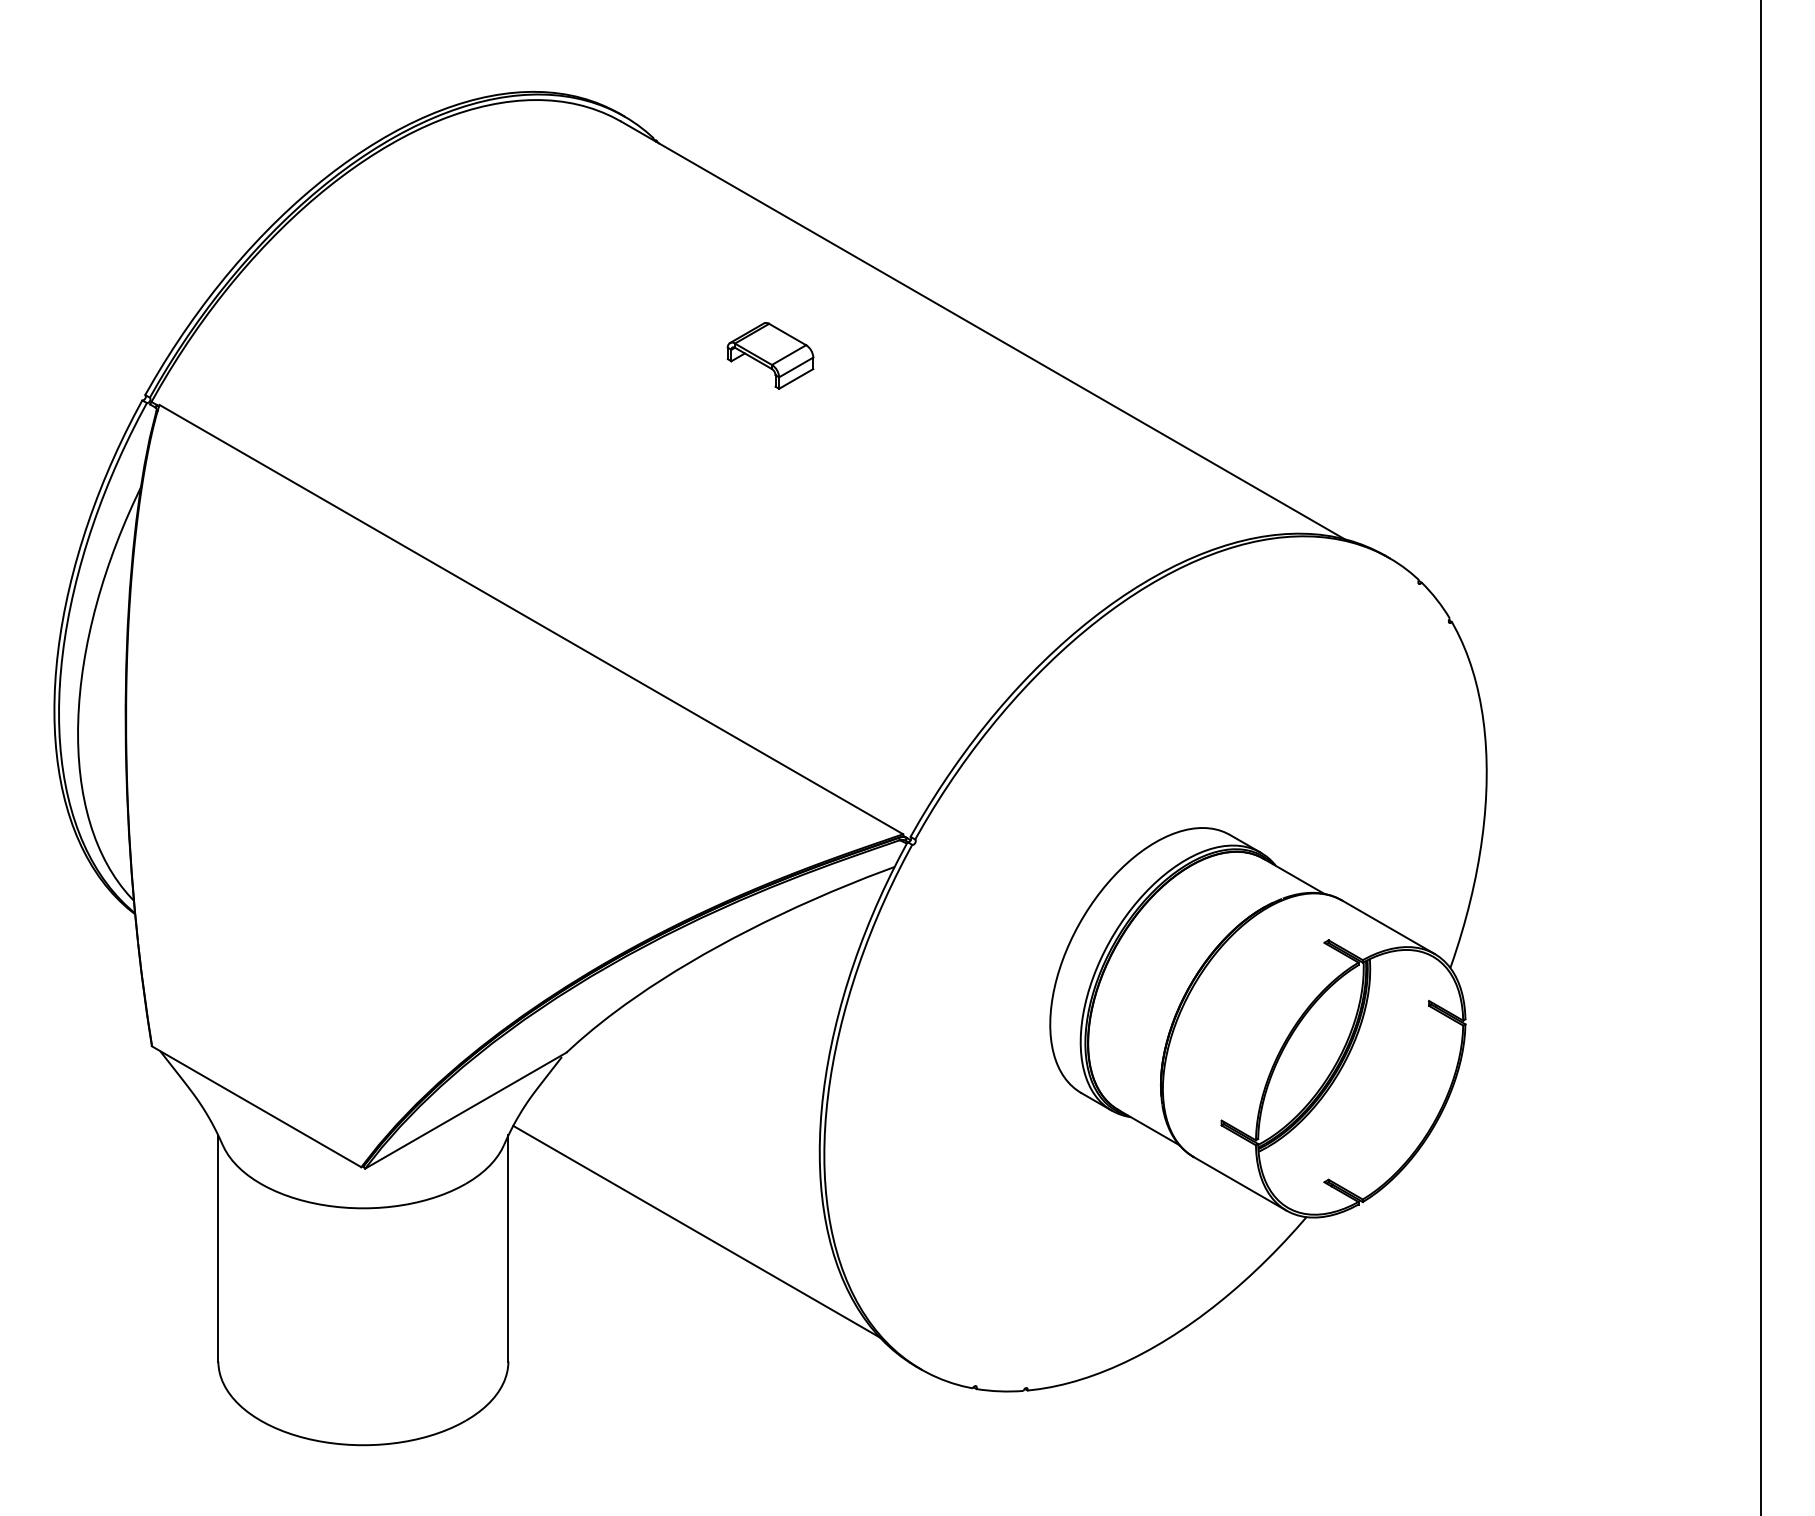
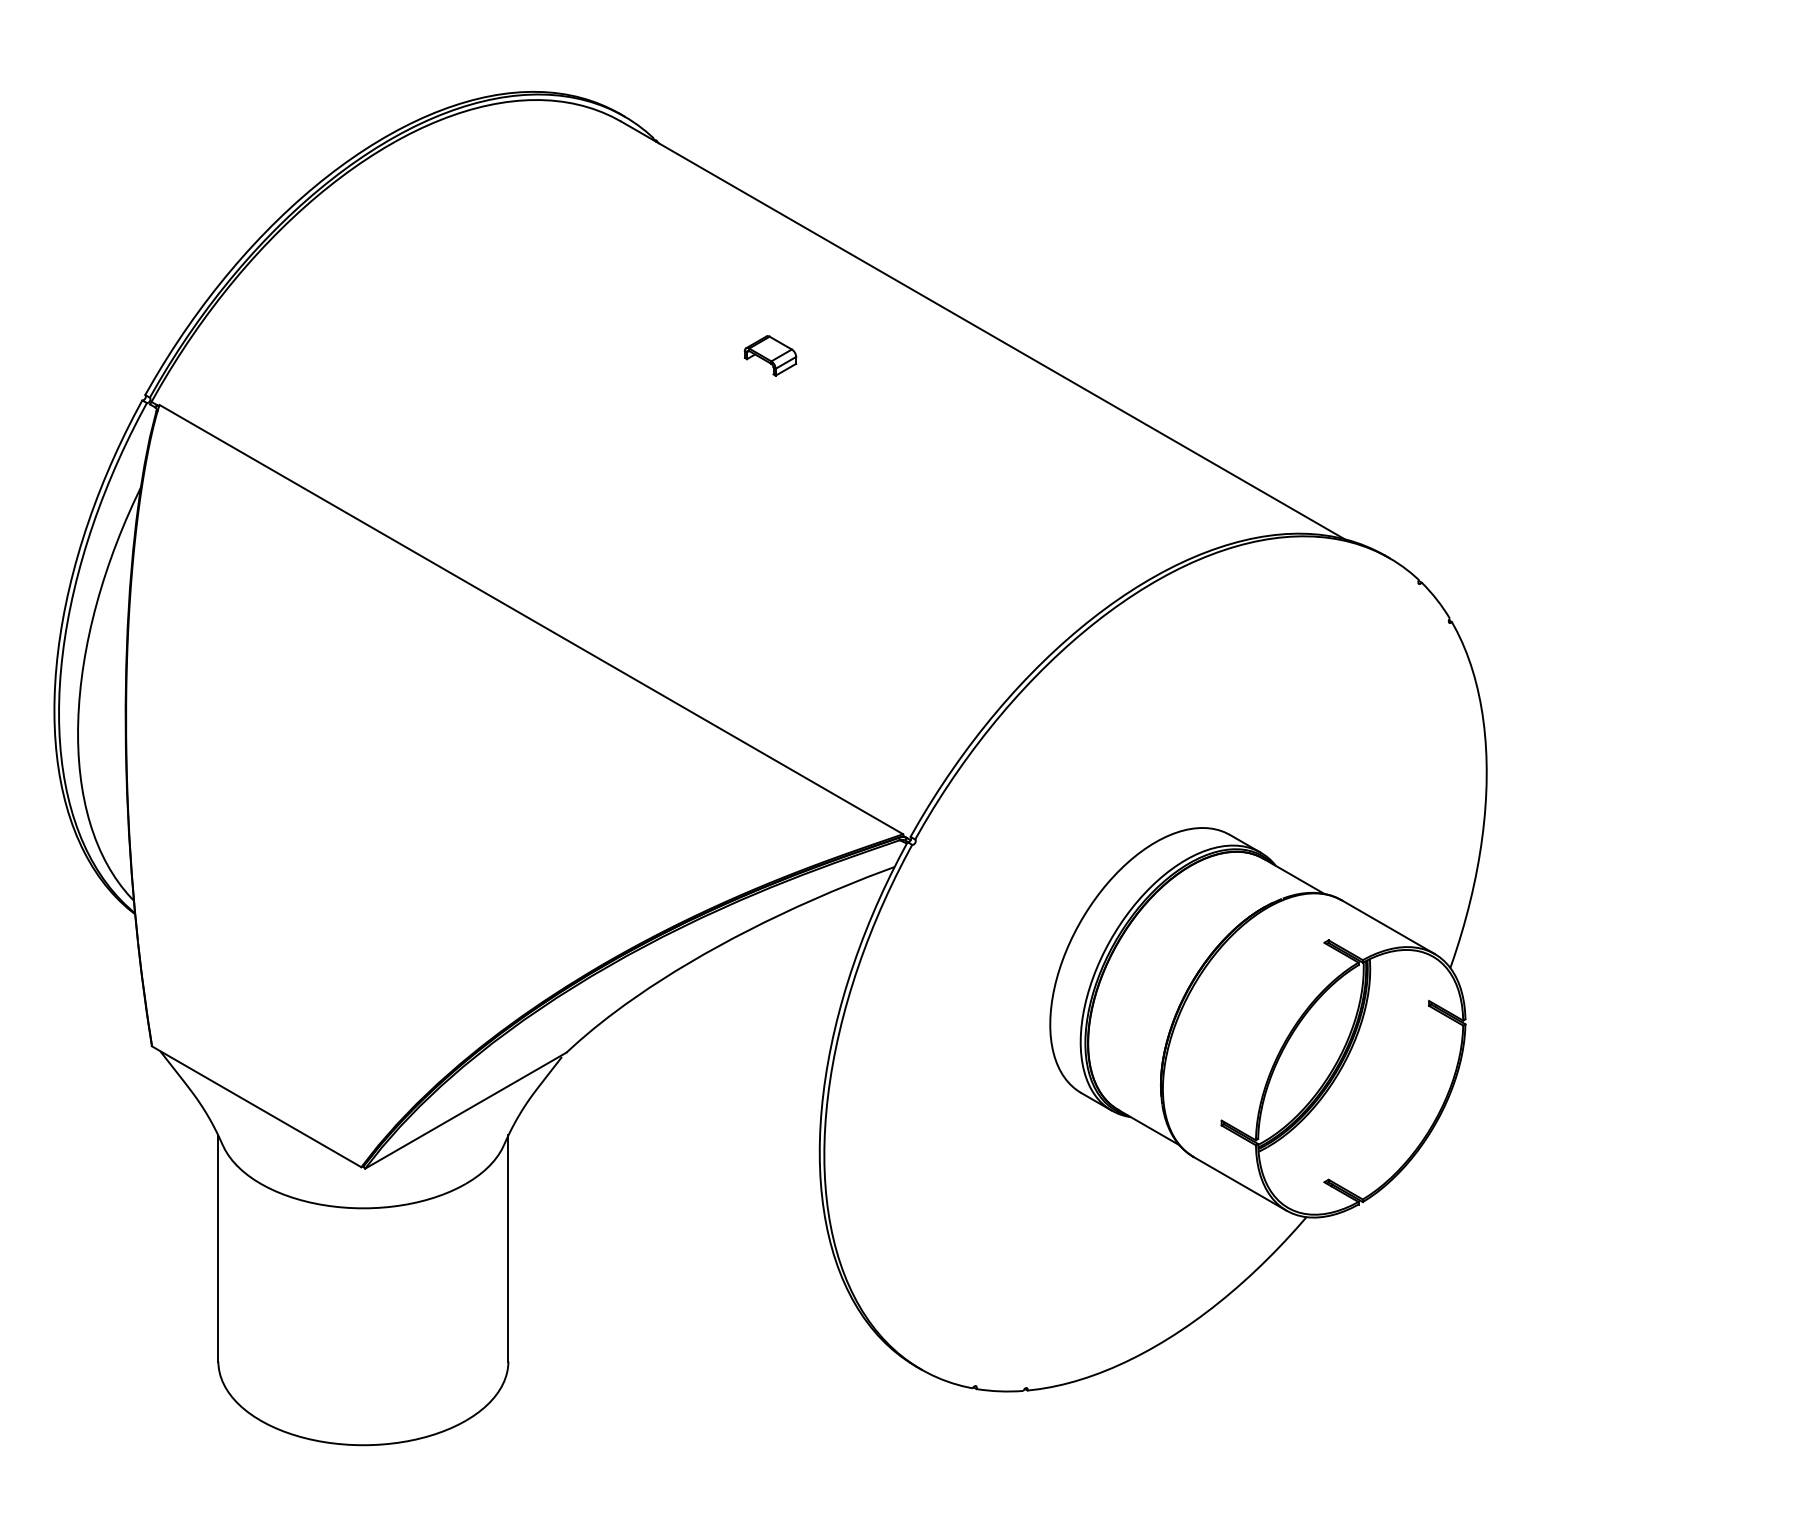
part at (770, 355) size: 89x68 px -> 55x42 px
line at (1760, 757): present -> none
line at (696, 1231): present -> none
